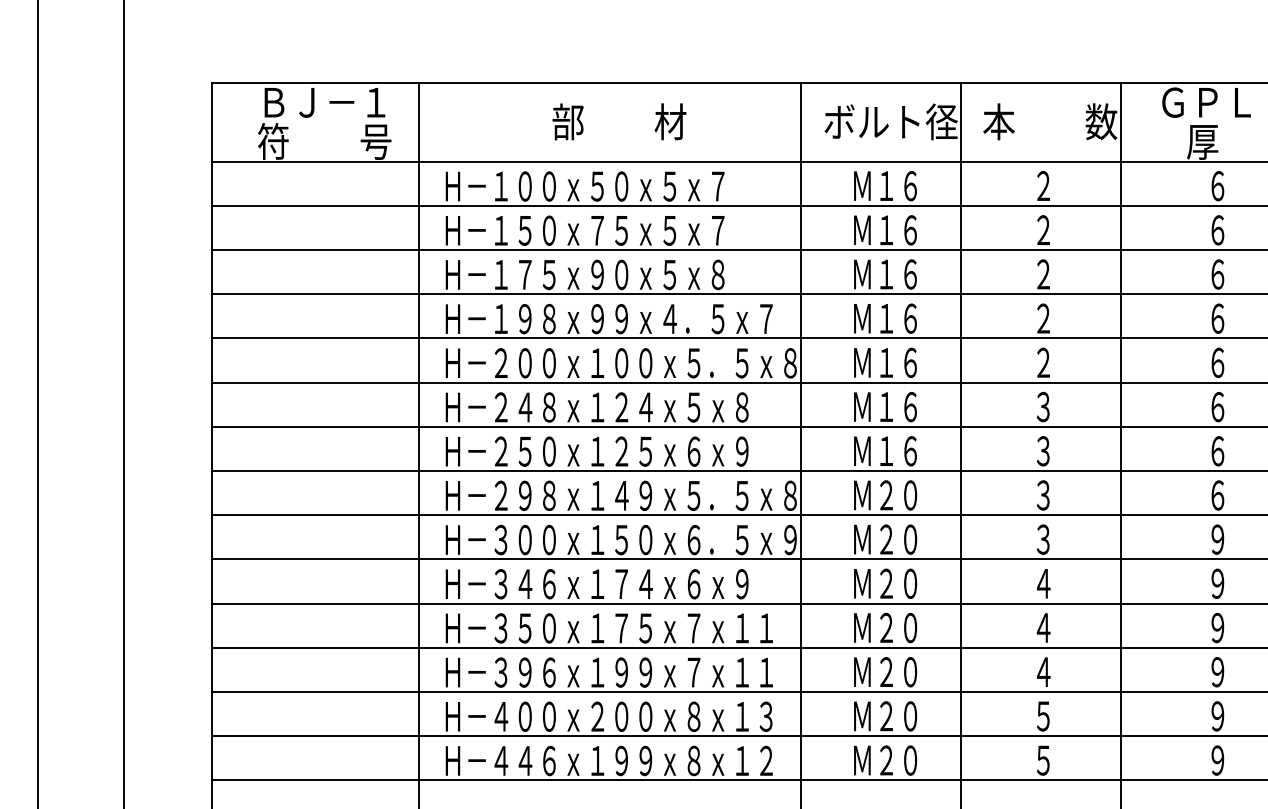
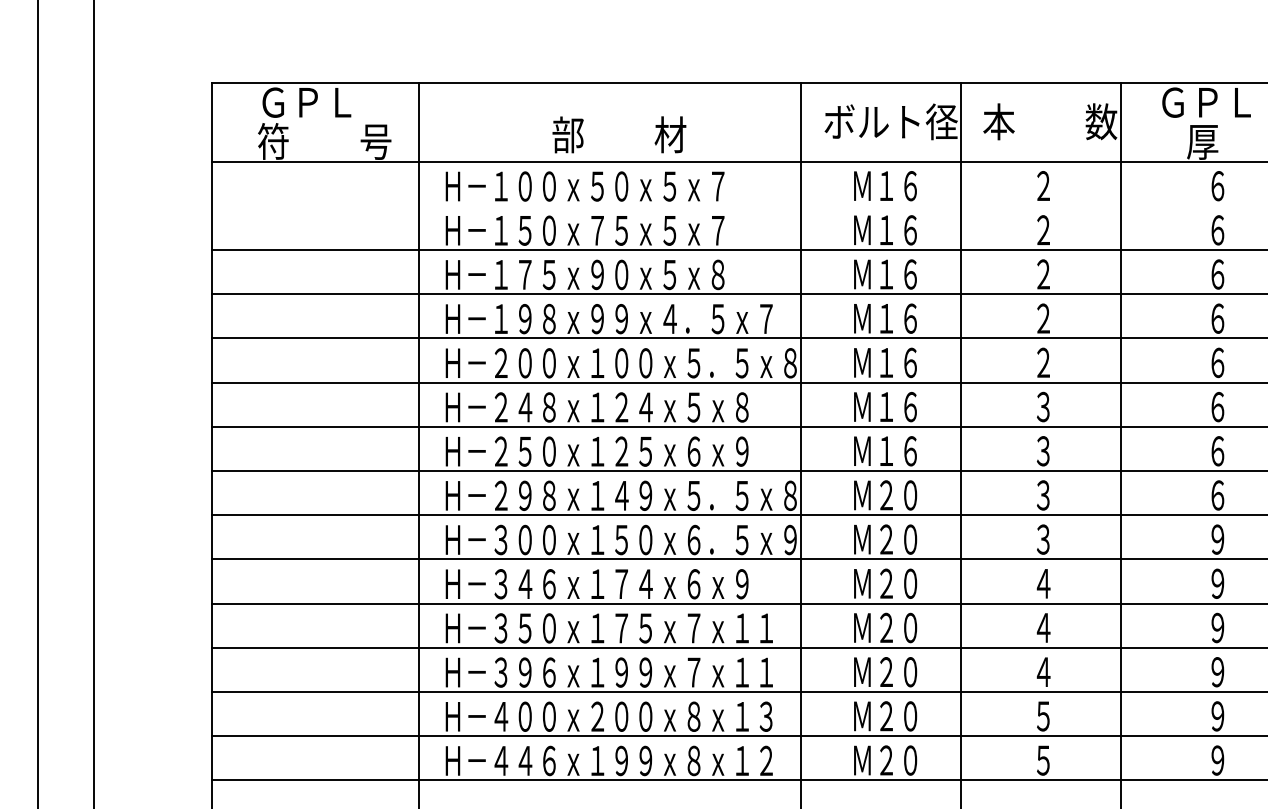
text at (323, 102): ＢＪ－１ -> ＧＰＬ
text at (619, 121) position: (619, 121) -> (619, 134)
line at (738, 205): present -> none
line at (123, 403) position: (123, 403) -> (93, 403)
